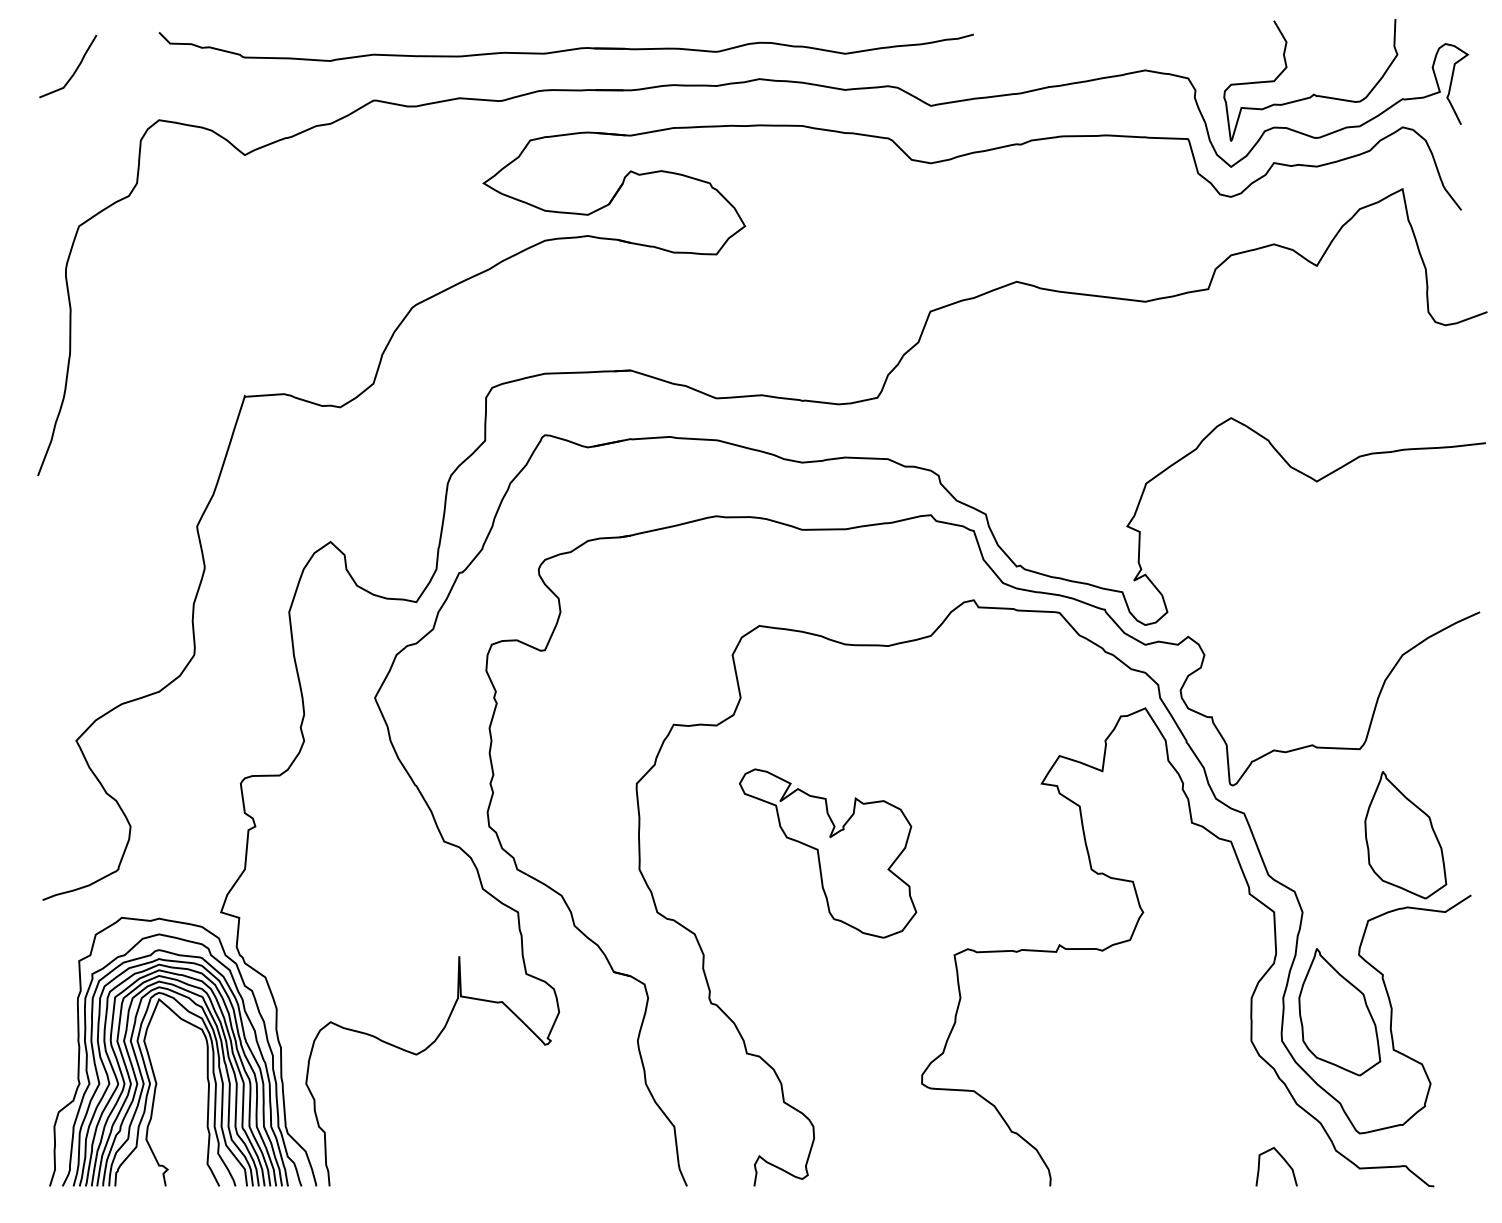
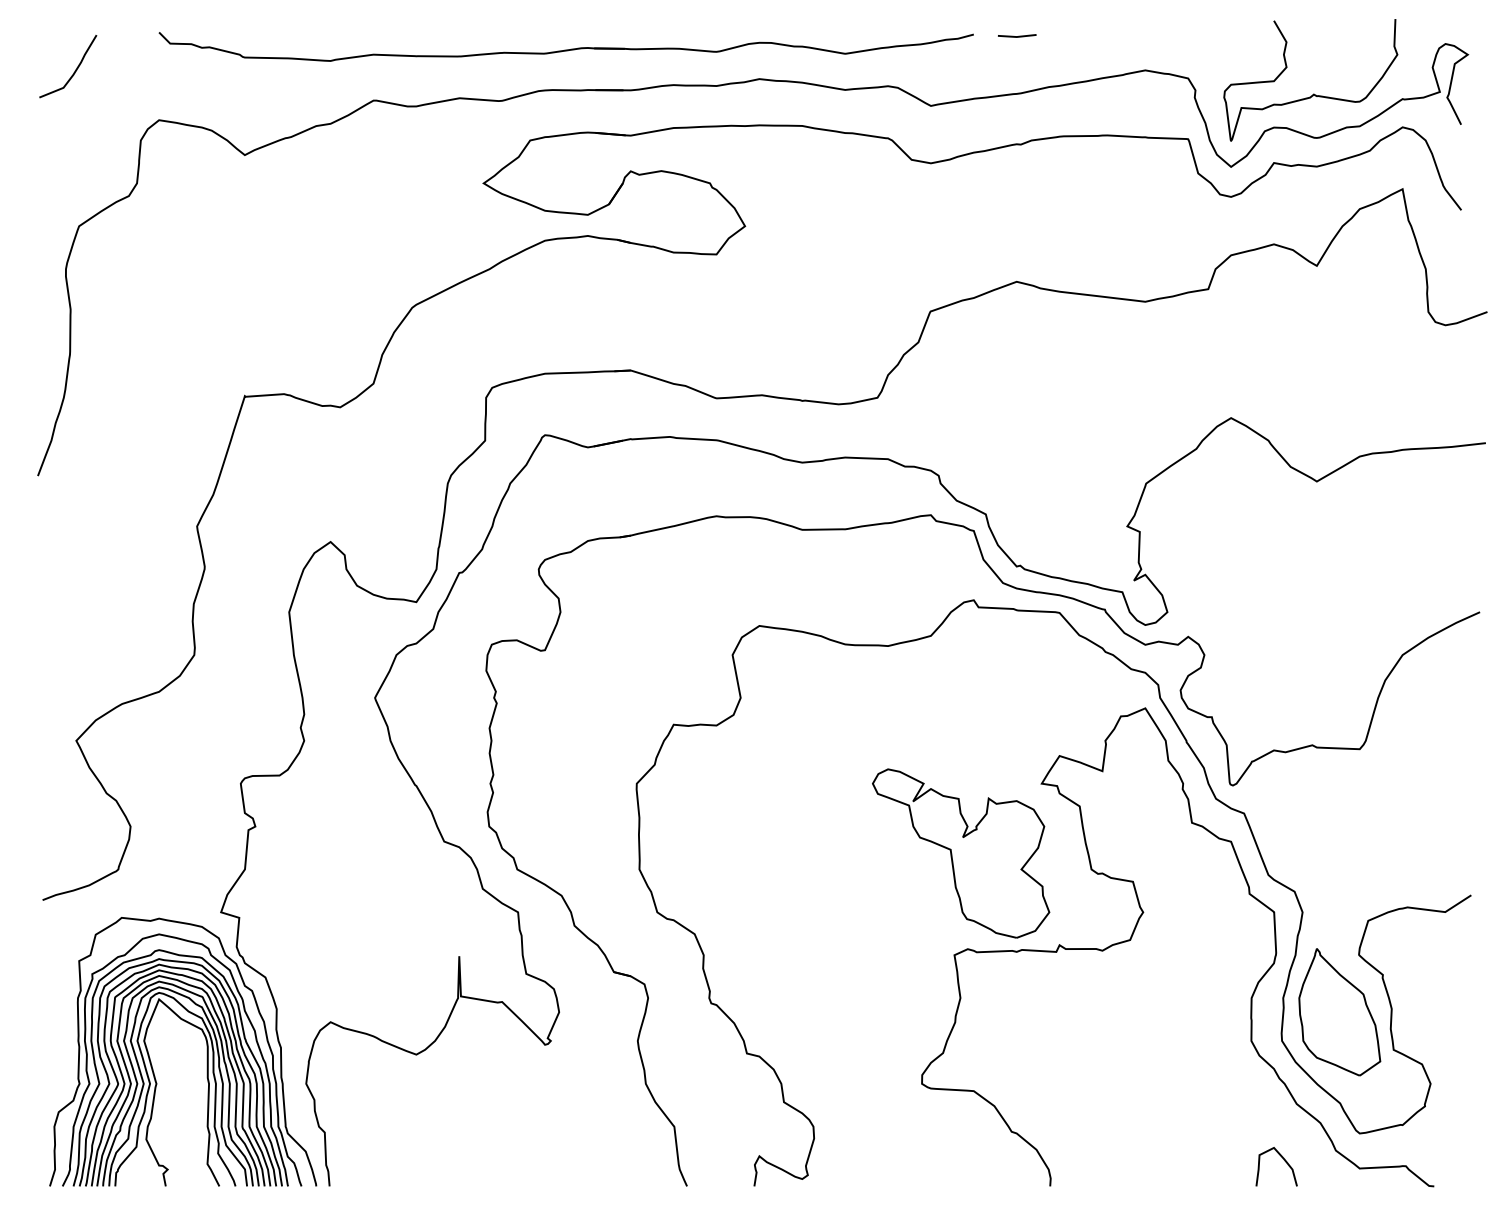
line at (1018, 35): none -> present
part at (1405, 835): present -> none
part at (828, 853) position: (828, 853) -> (961, 853)
